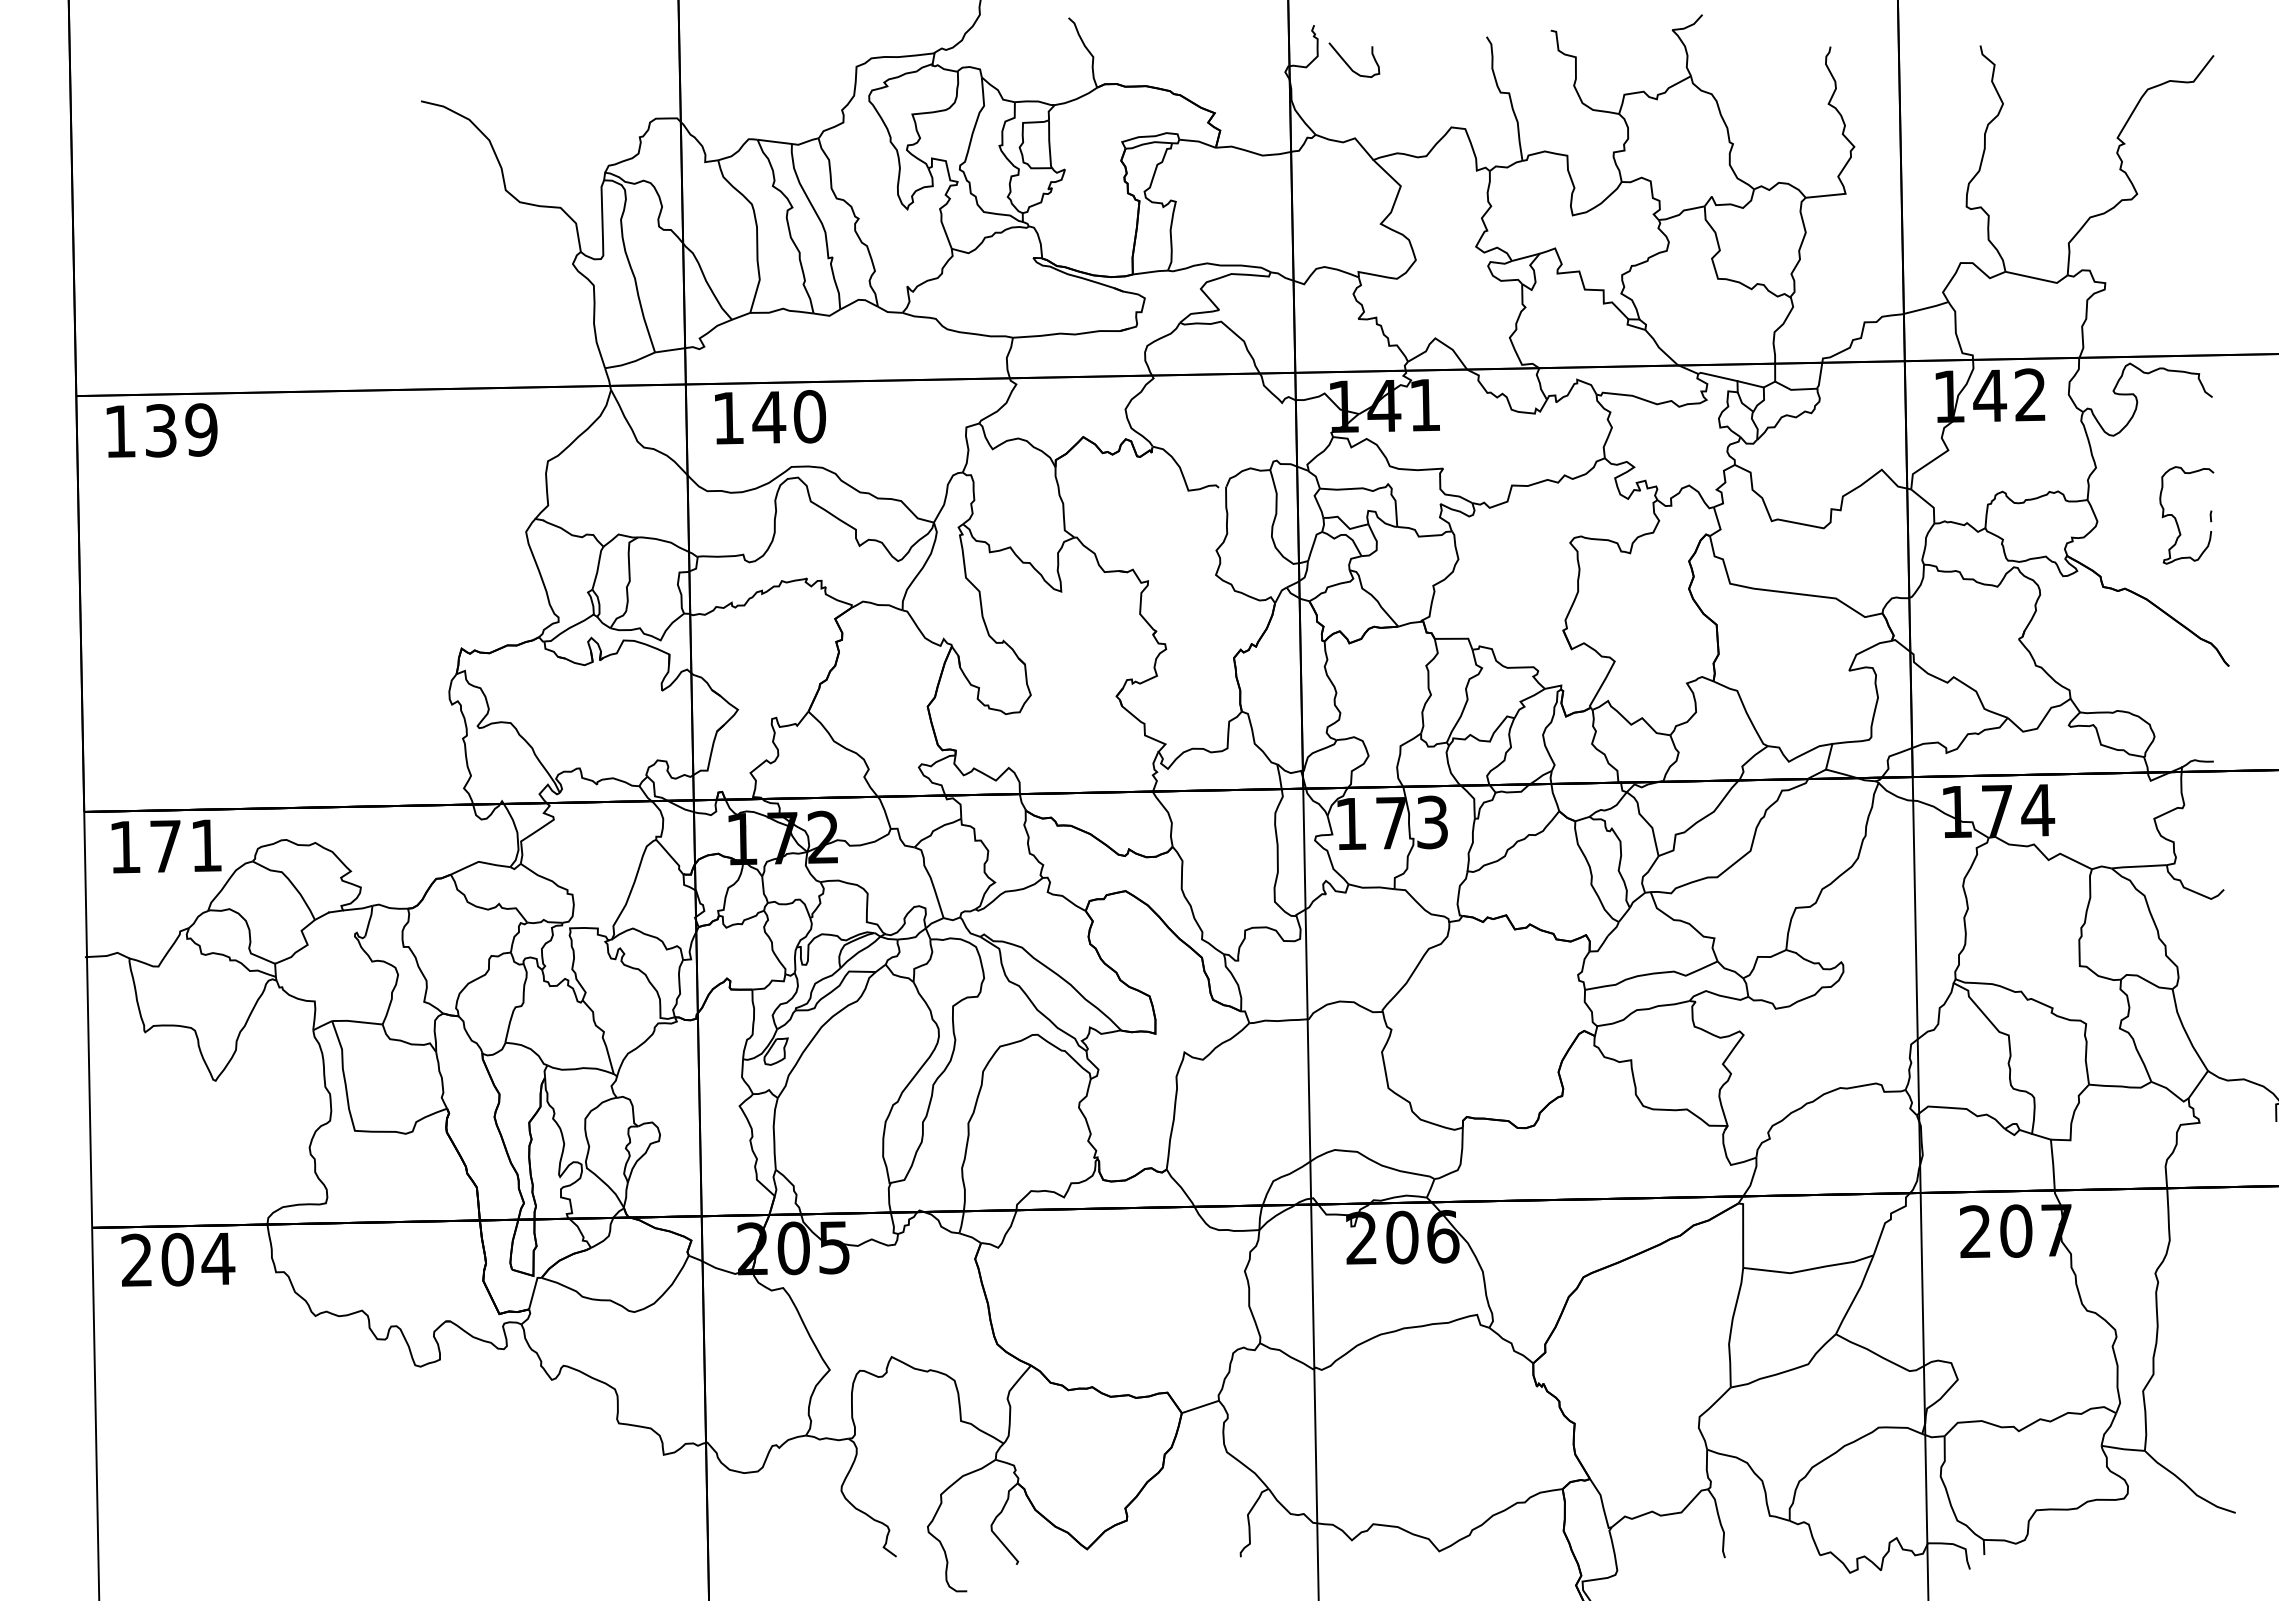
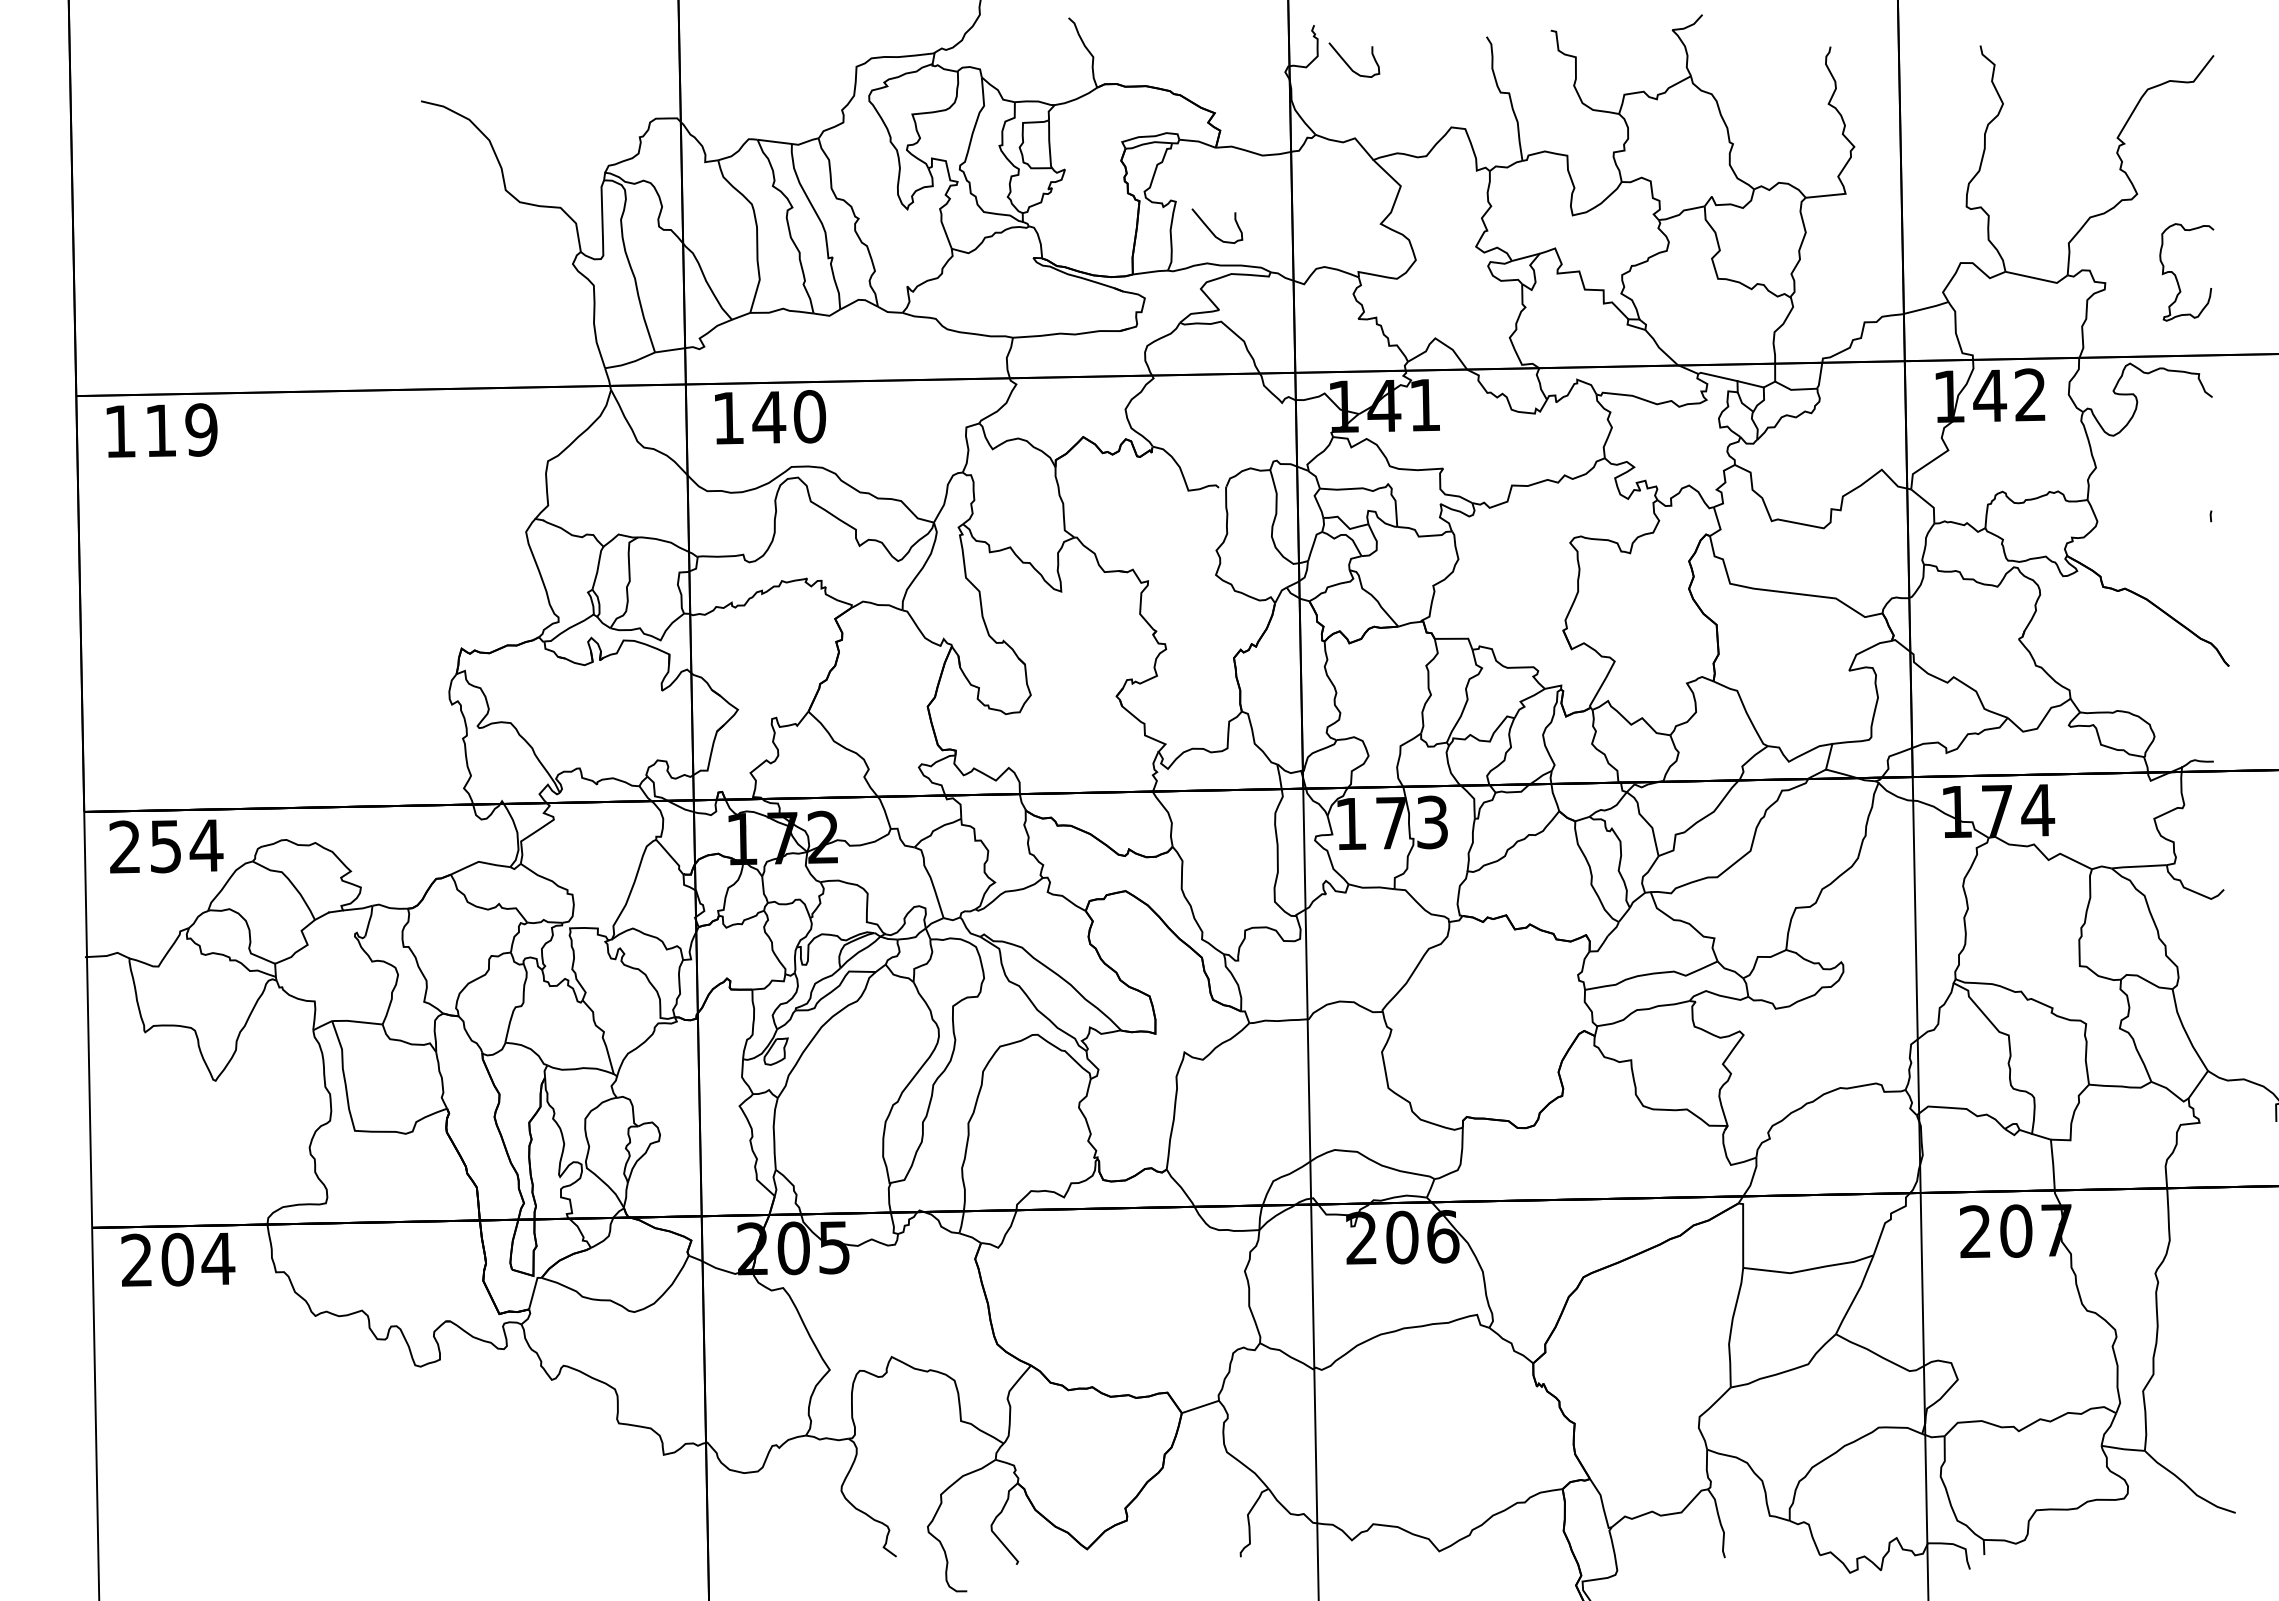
curve at (1211, 230): none -> present
text at (161, 430): 139 -> 119
curve at (2176, 518) position: (2176, 518) -> (2176, 275)
text at (166, 846): 171 -> 254
